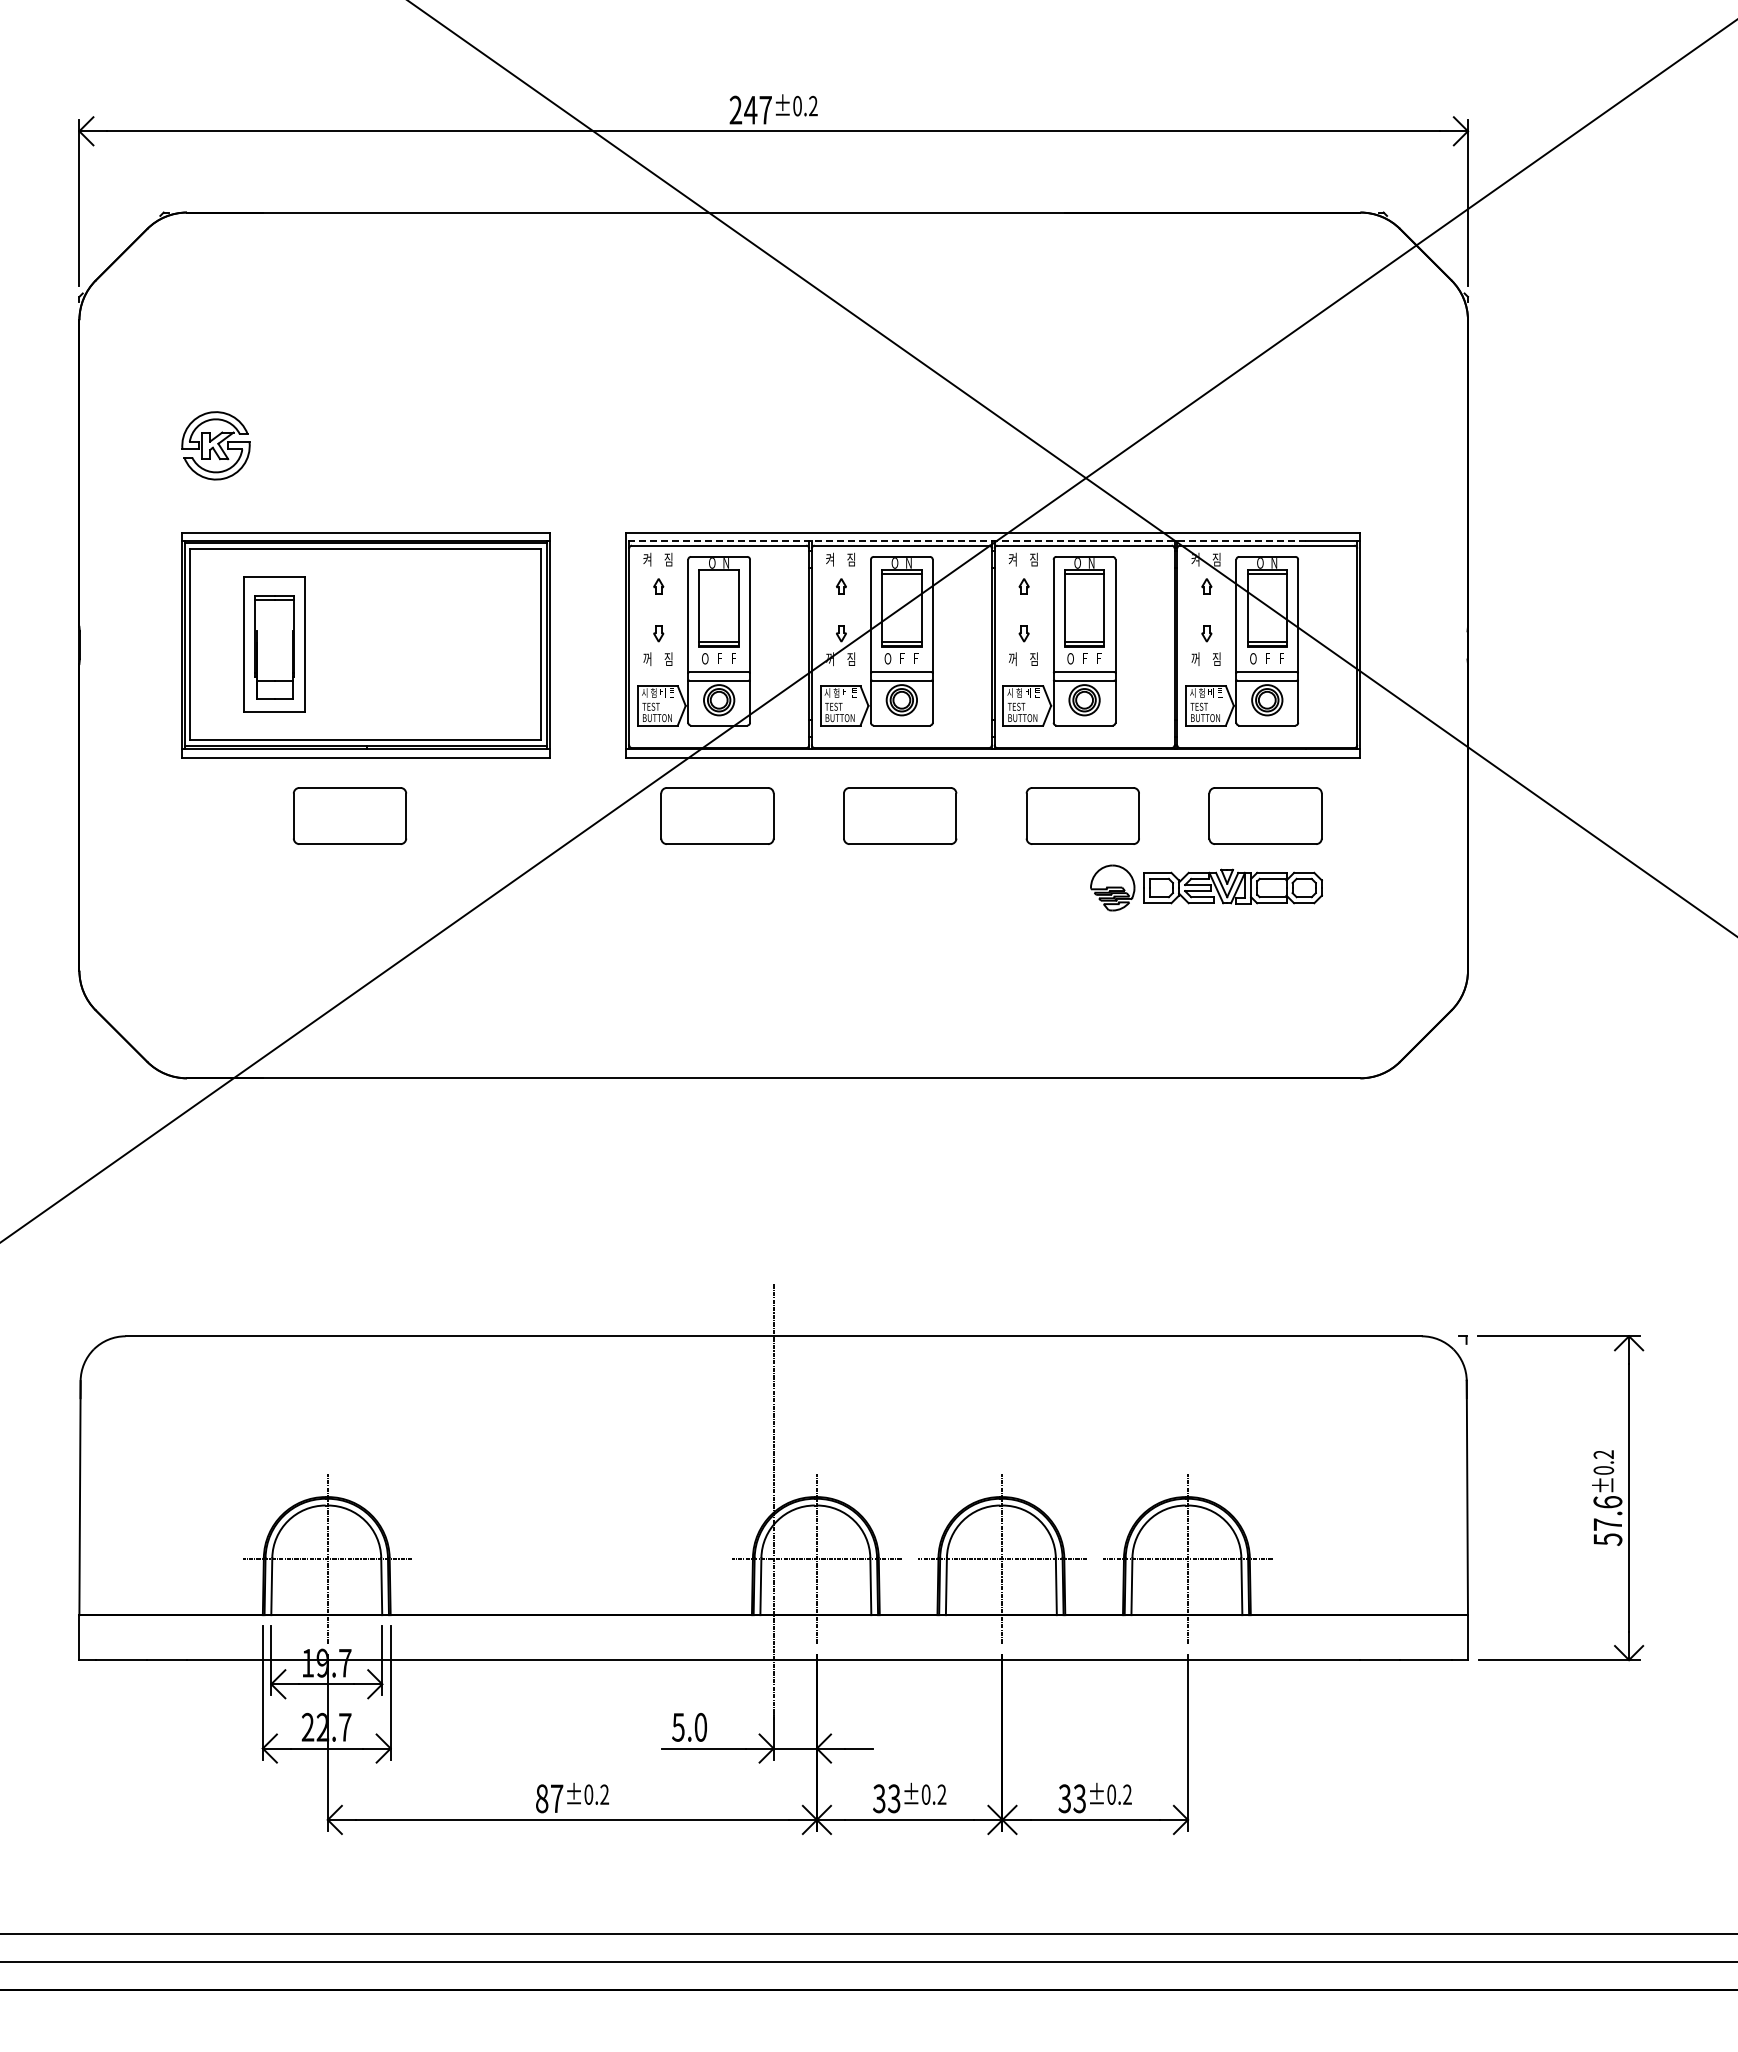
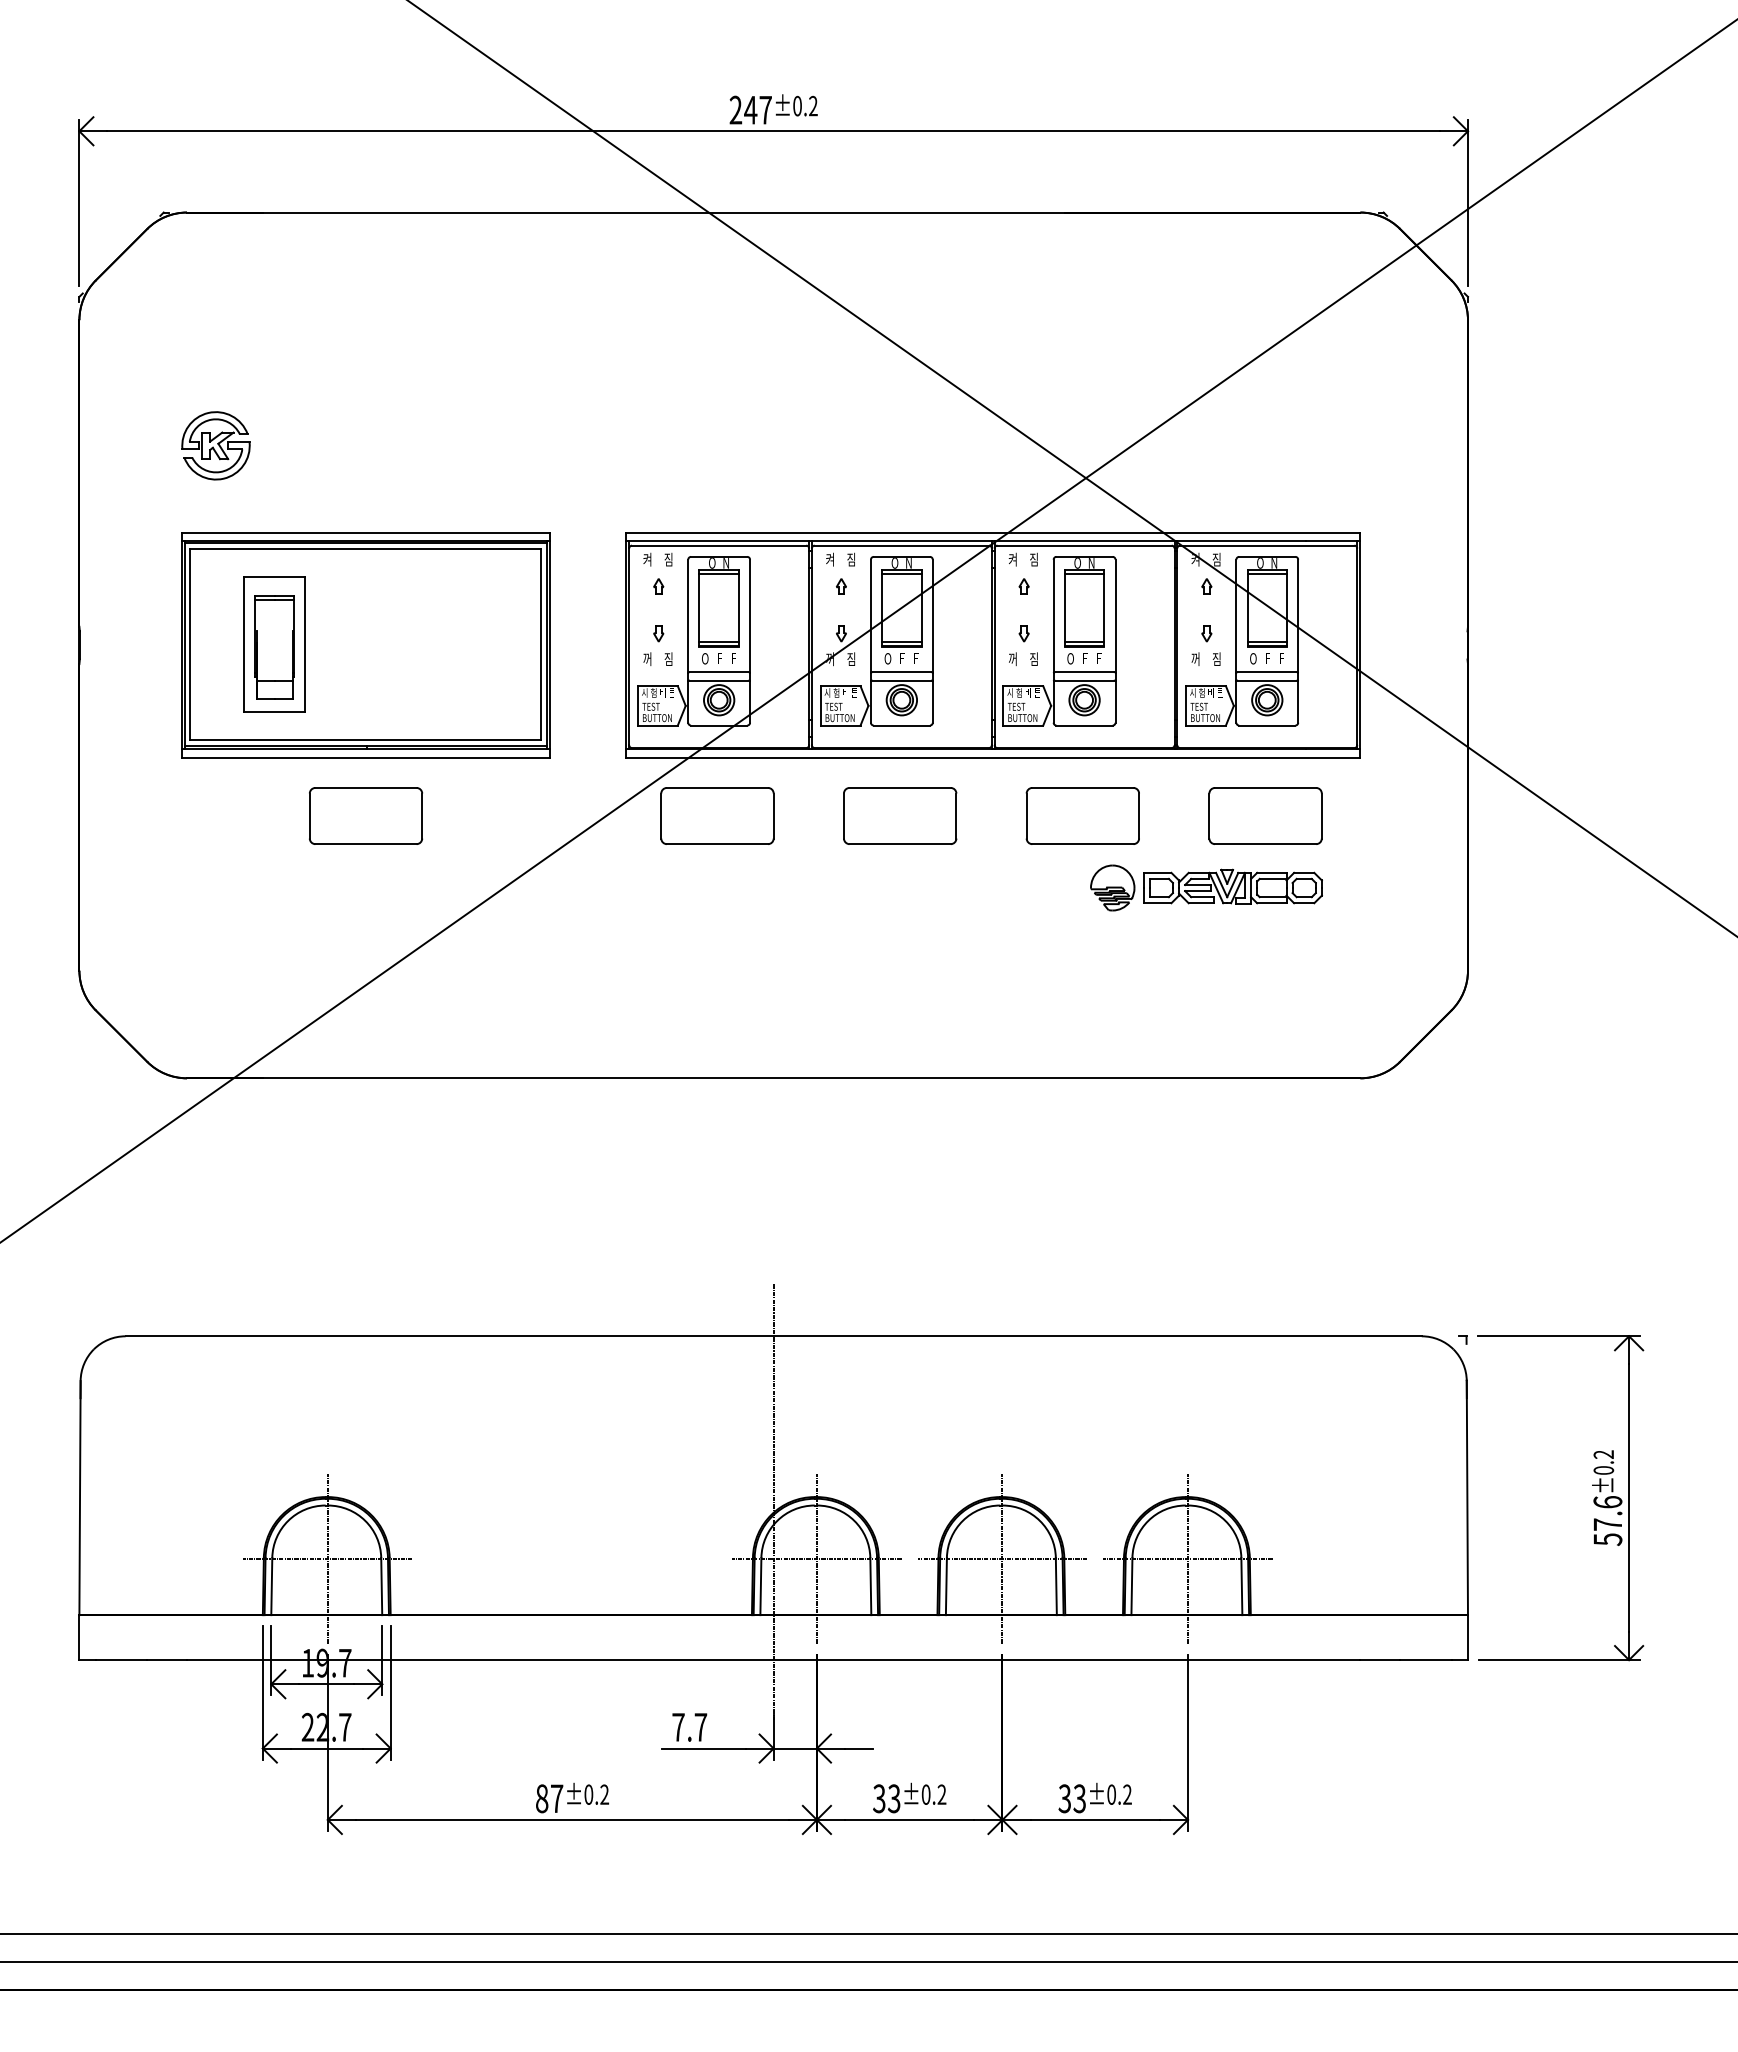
line at (965, 541): dashed -> solid
line at (718, 573): none -> present
part at (350, 815) position: (350, 815) -> (366, 815)
text at (689, 1727): 5.0 -> 7.7
